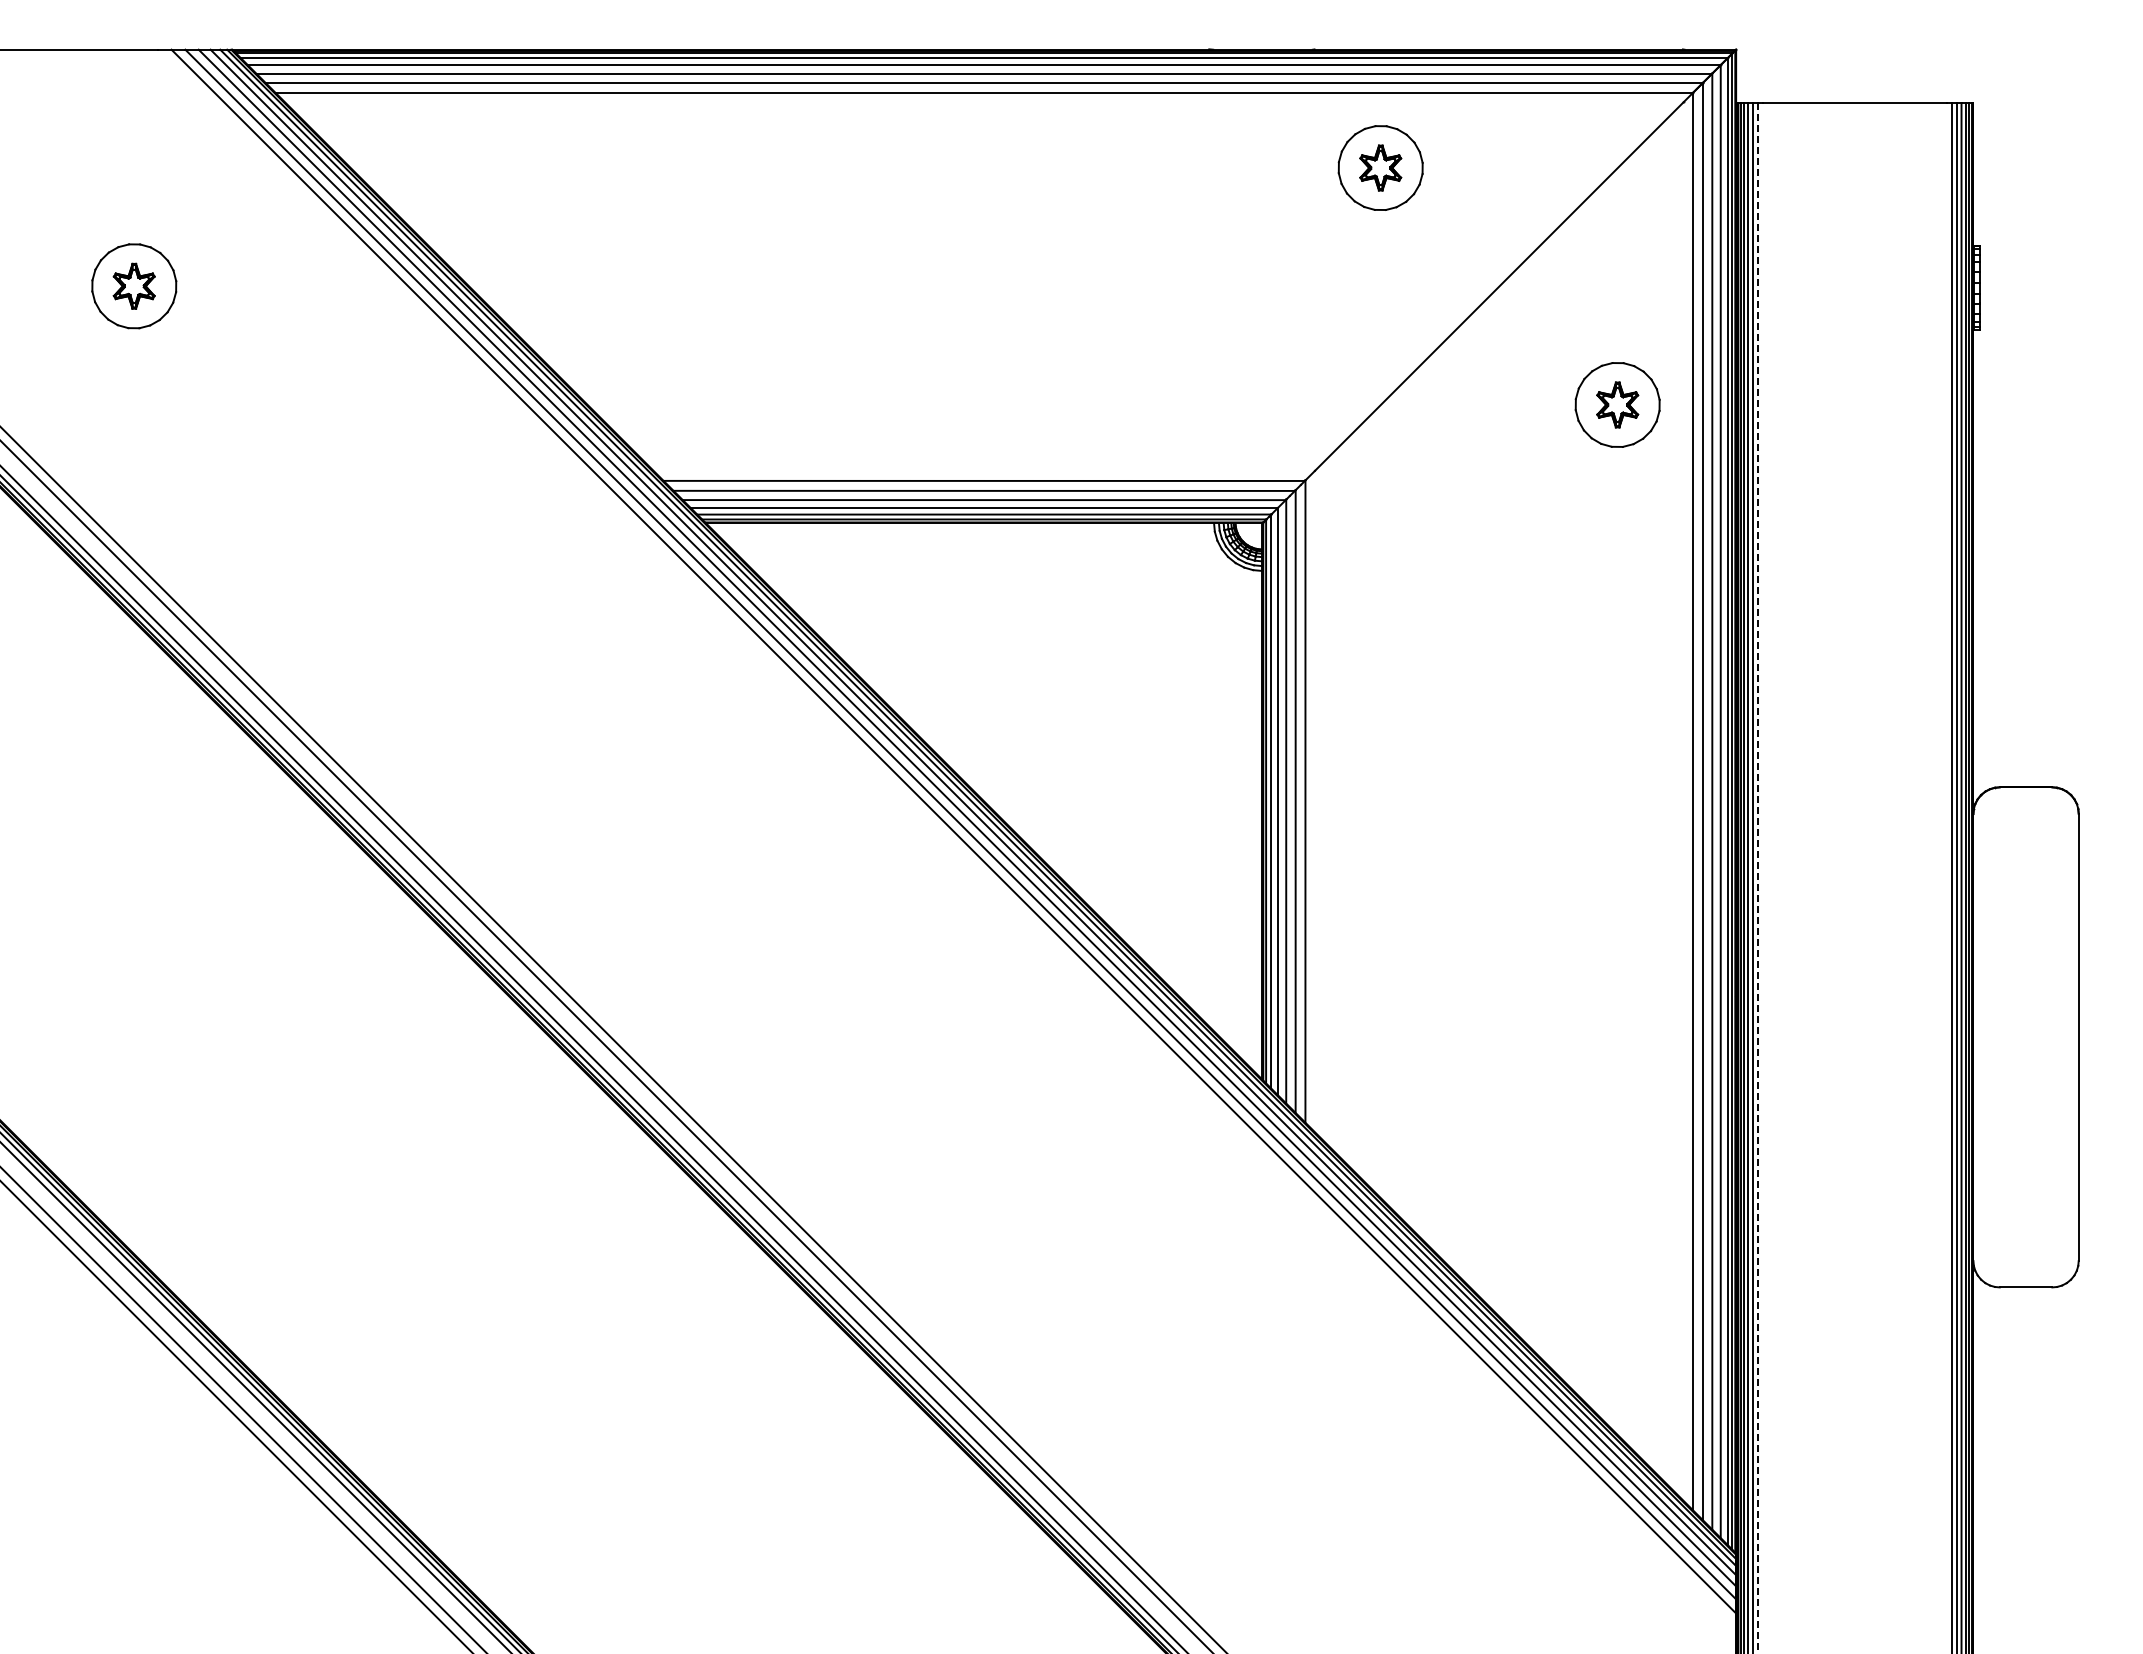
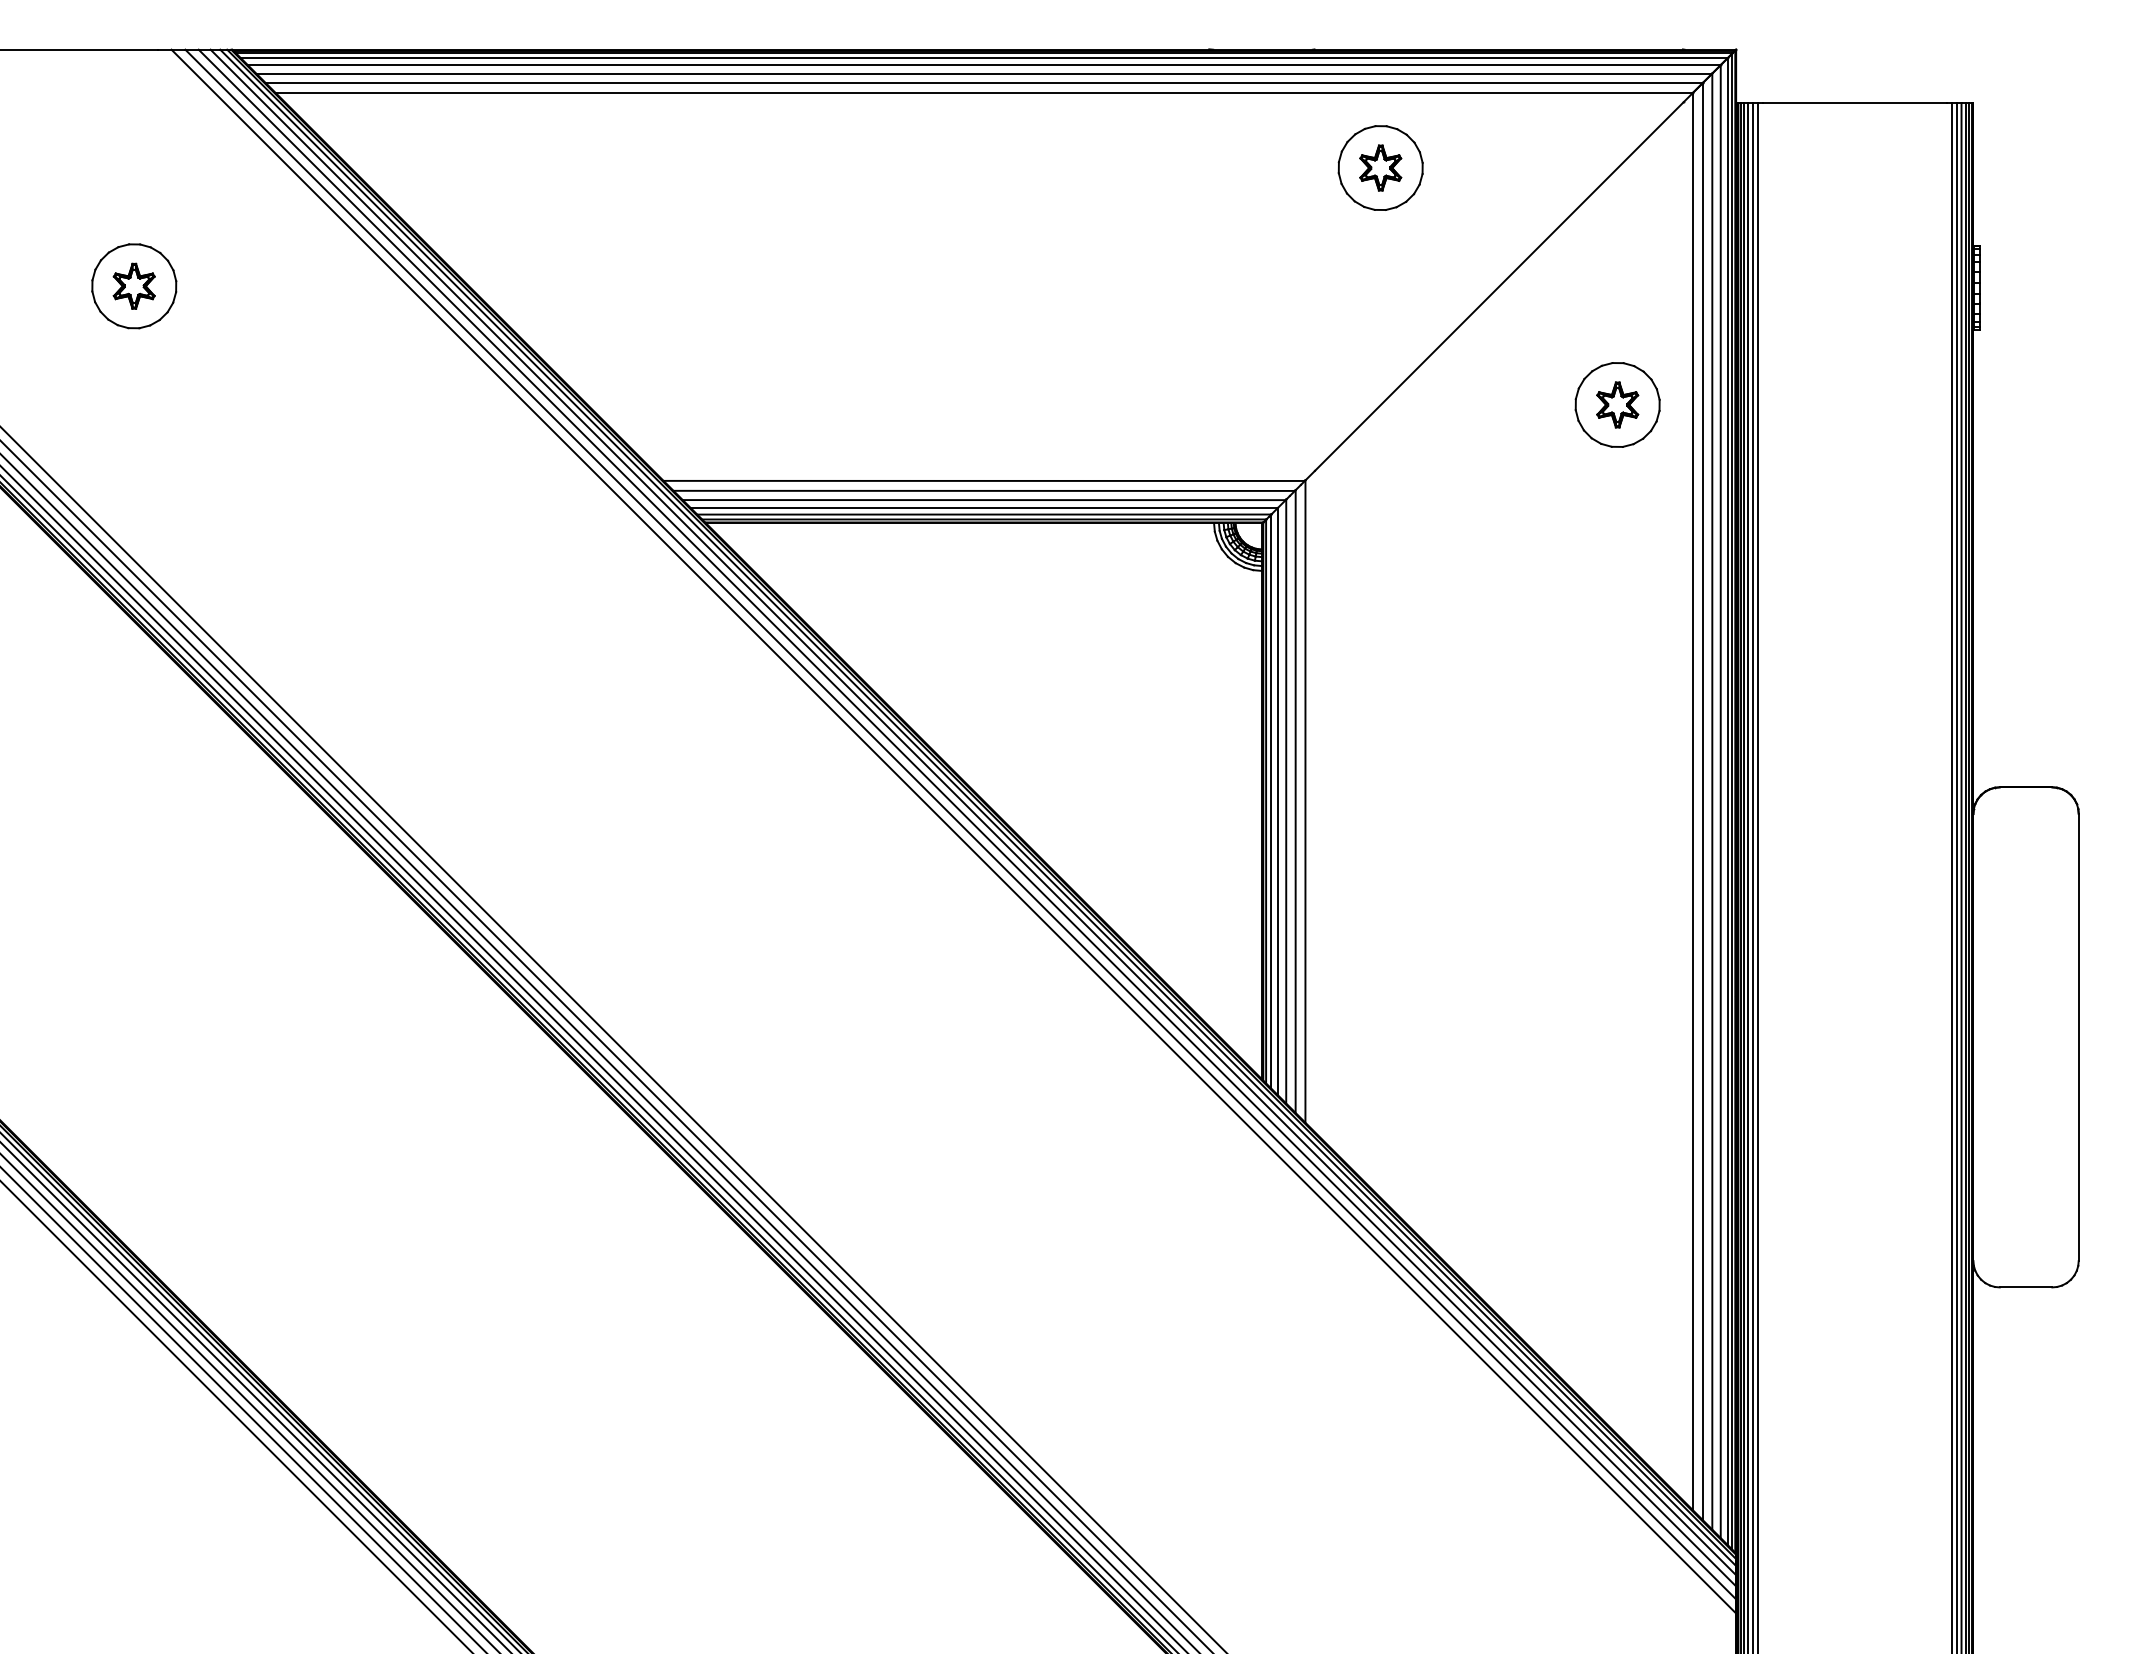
line at (1758, 878): dashed -> solid
line at (599, 1052): none -> present
line at (249, 1402): none -> present
